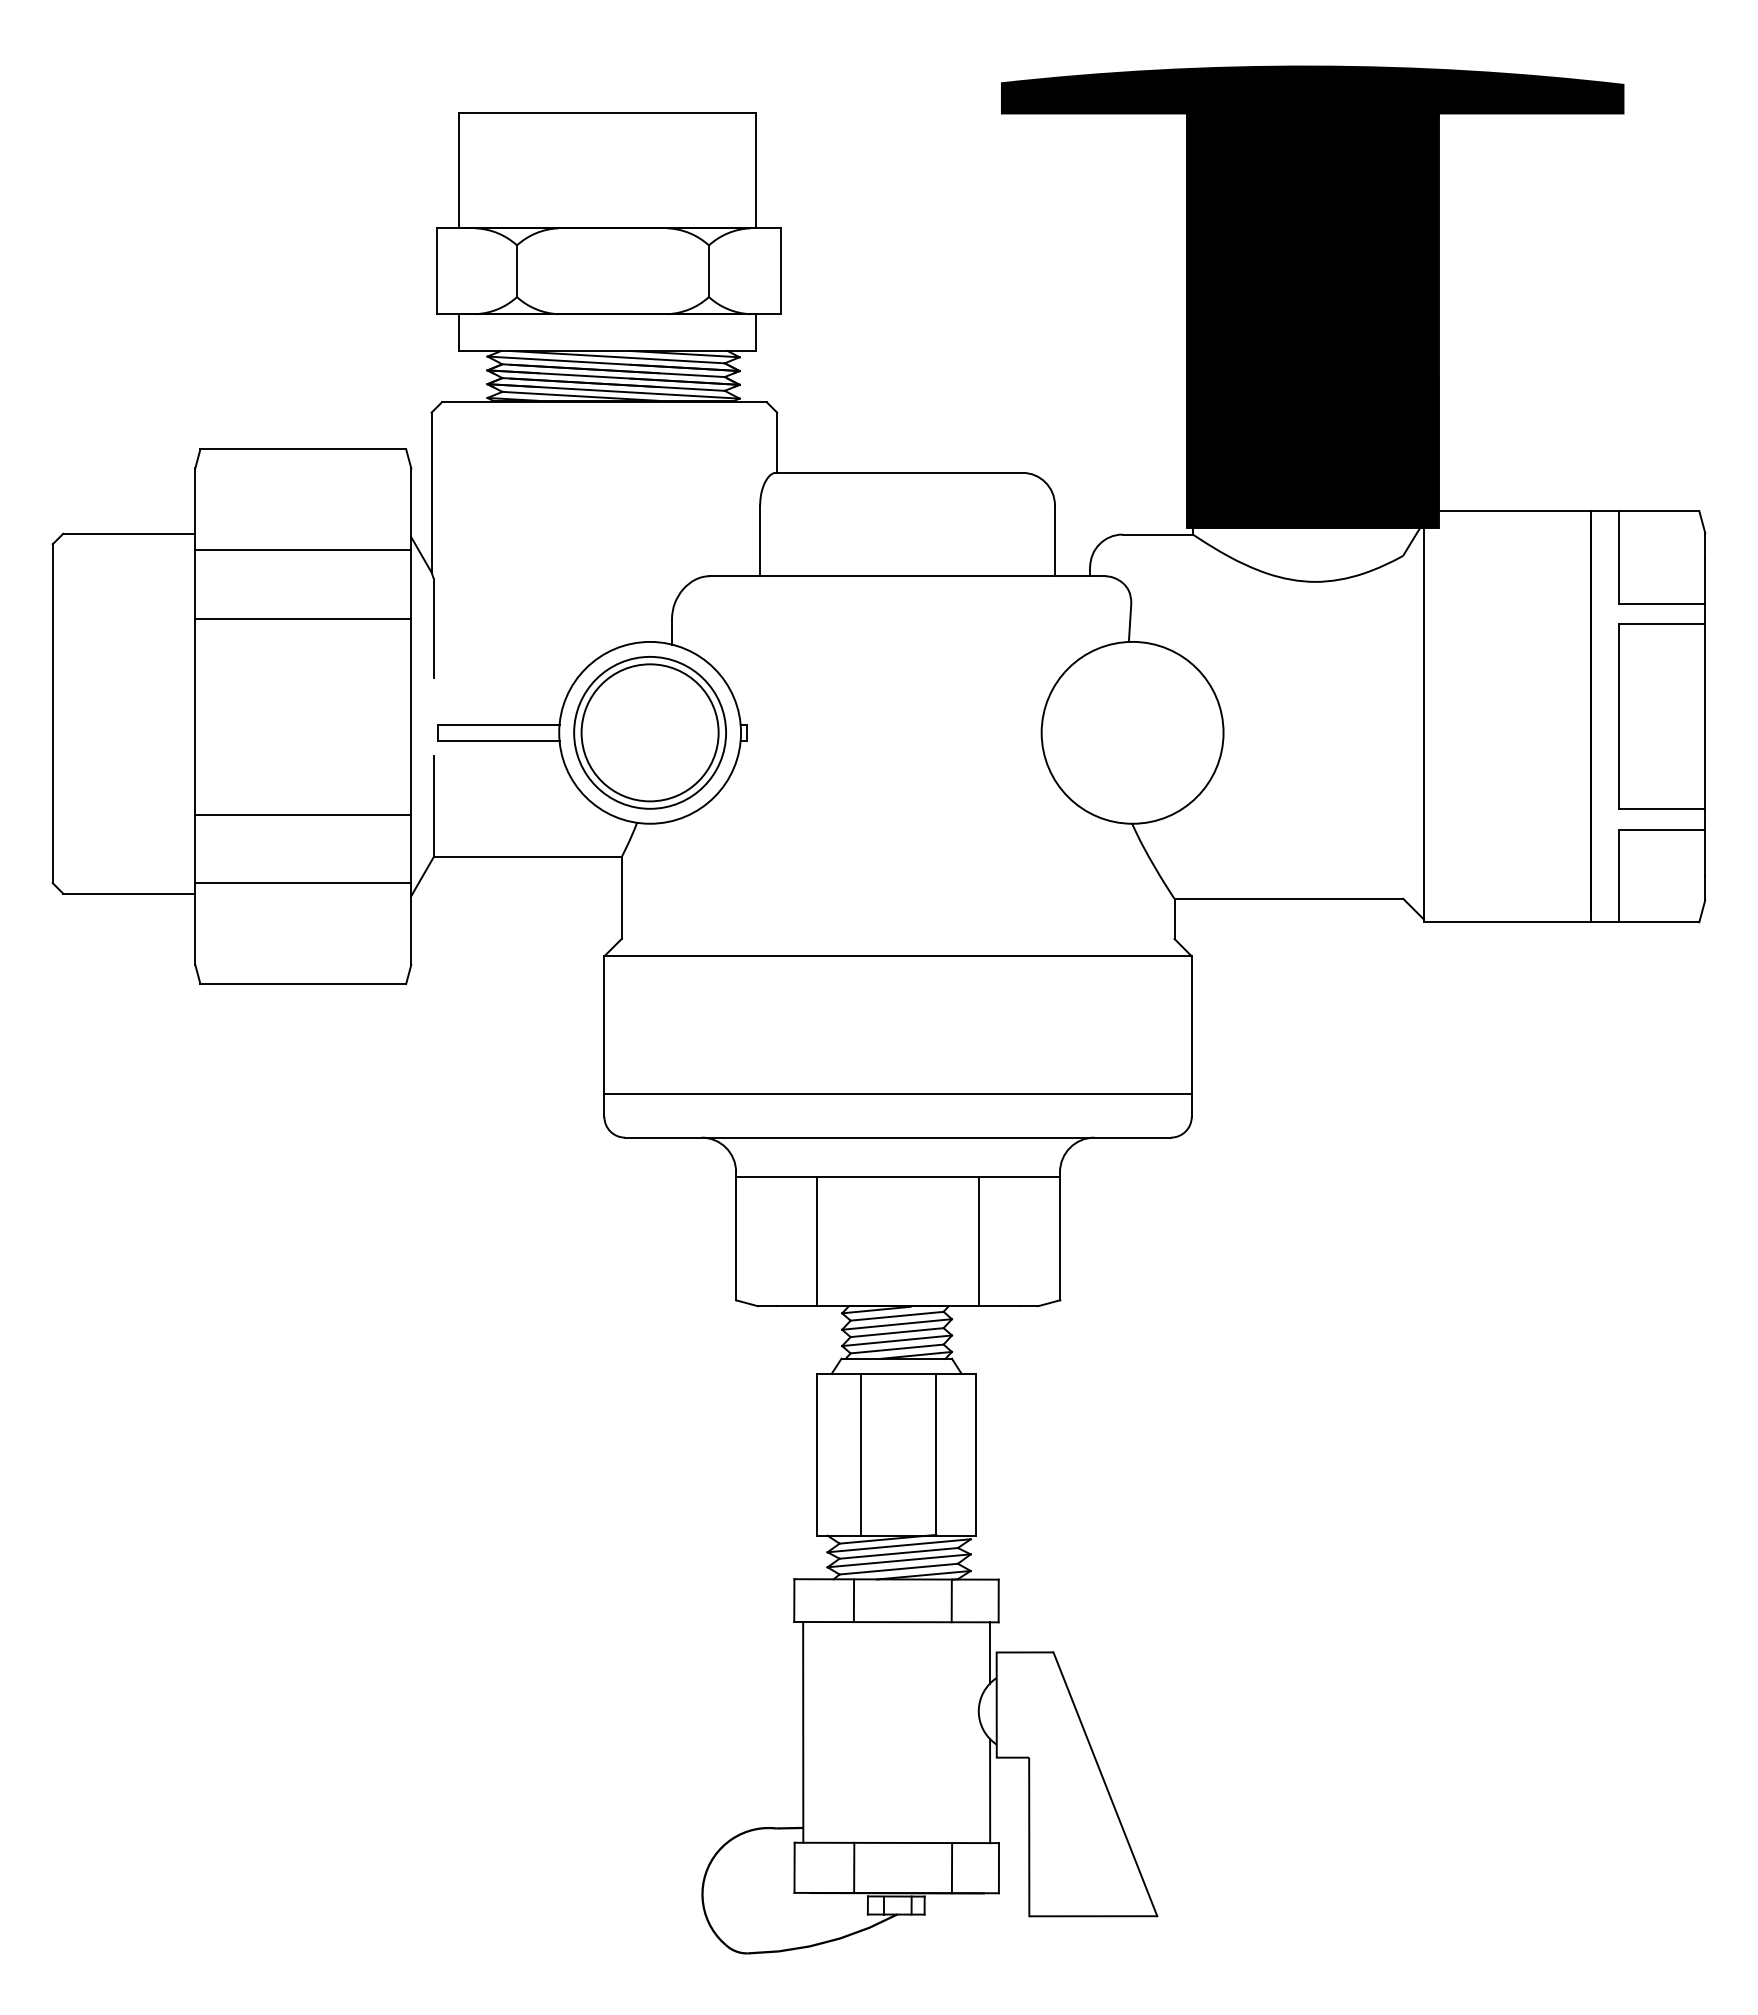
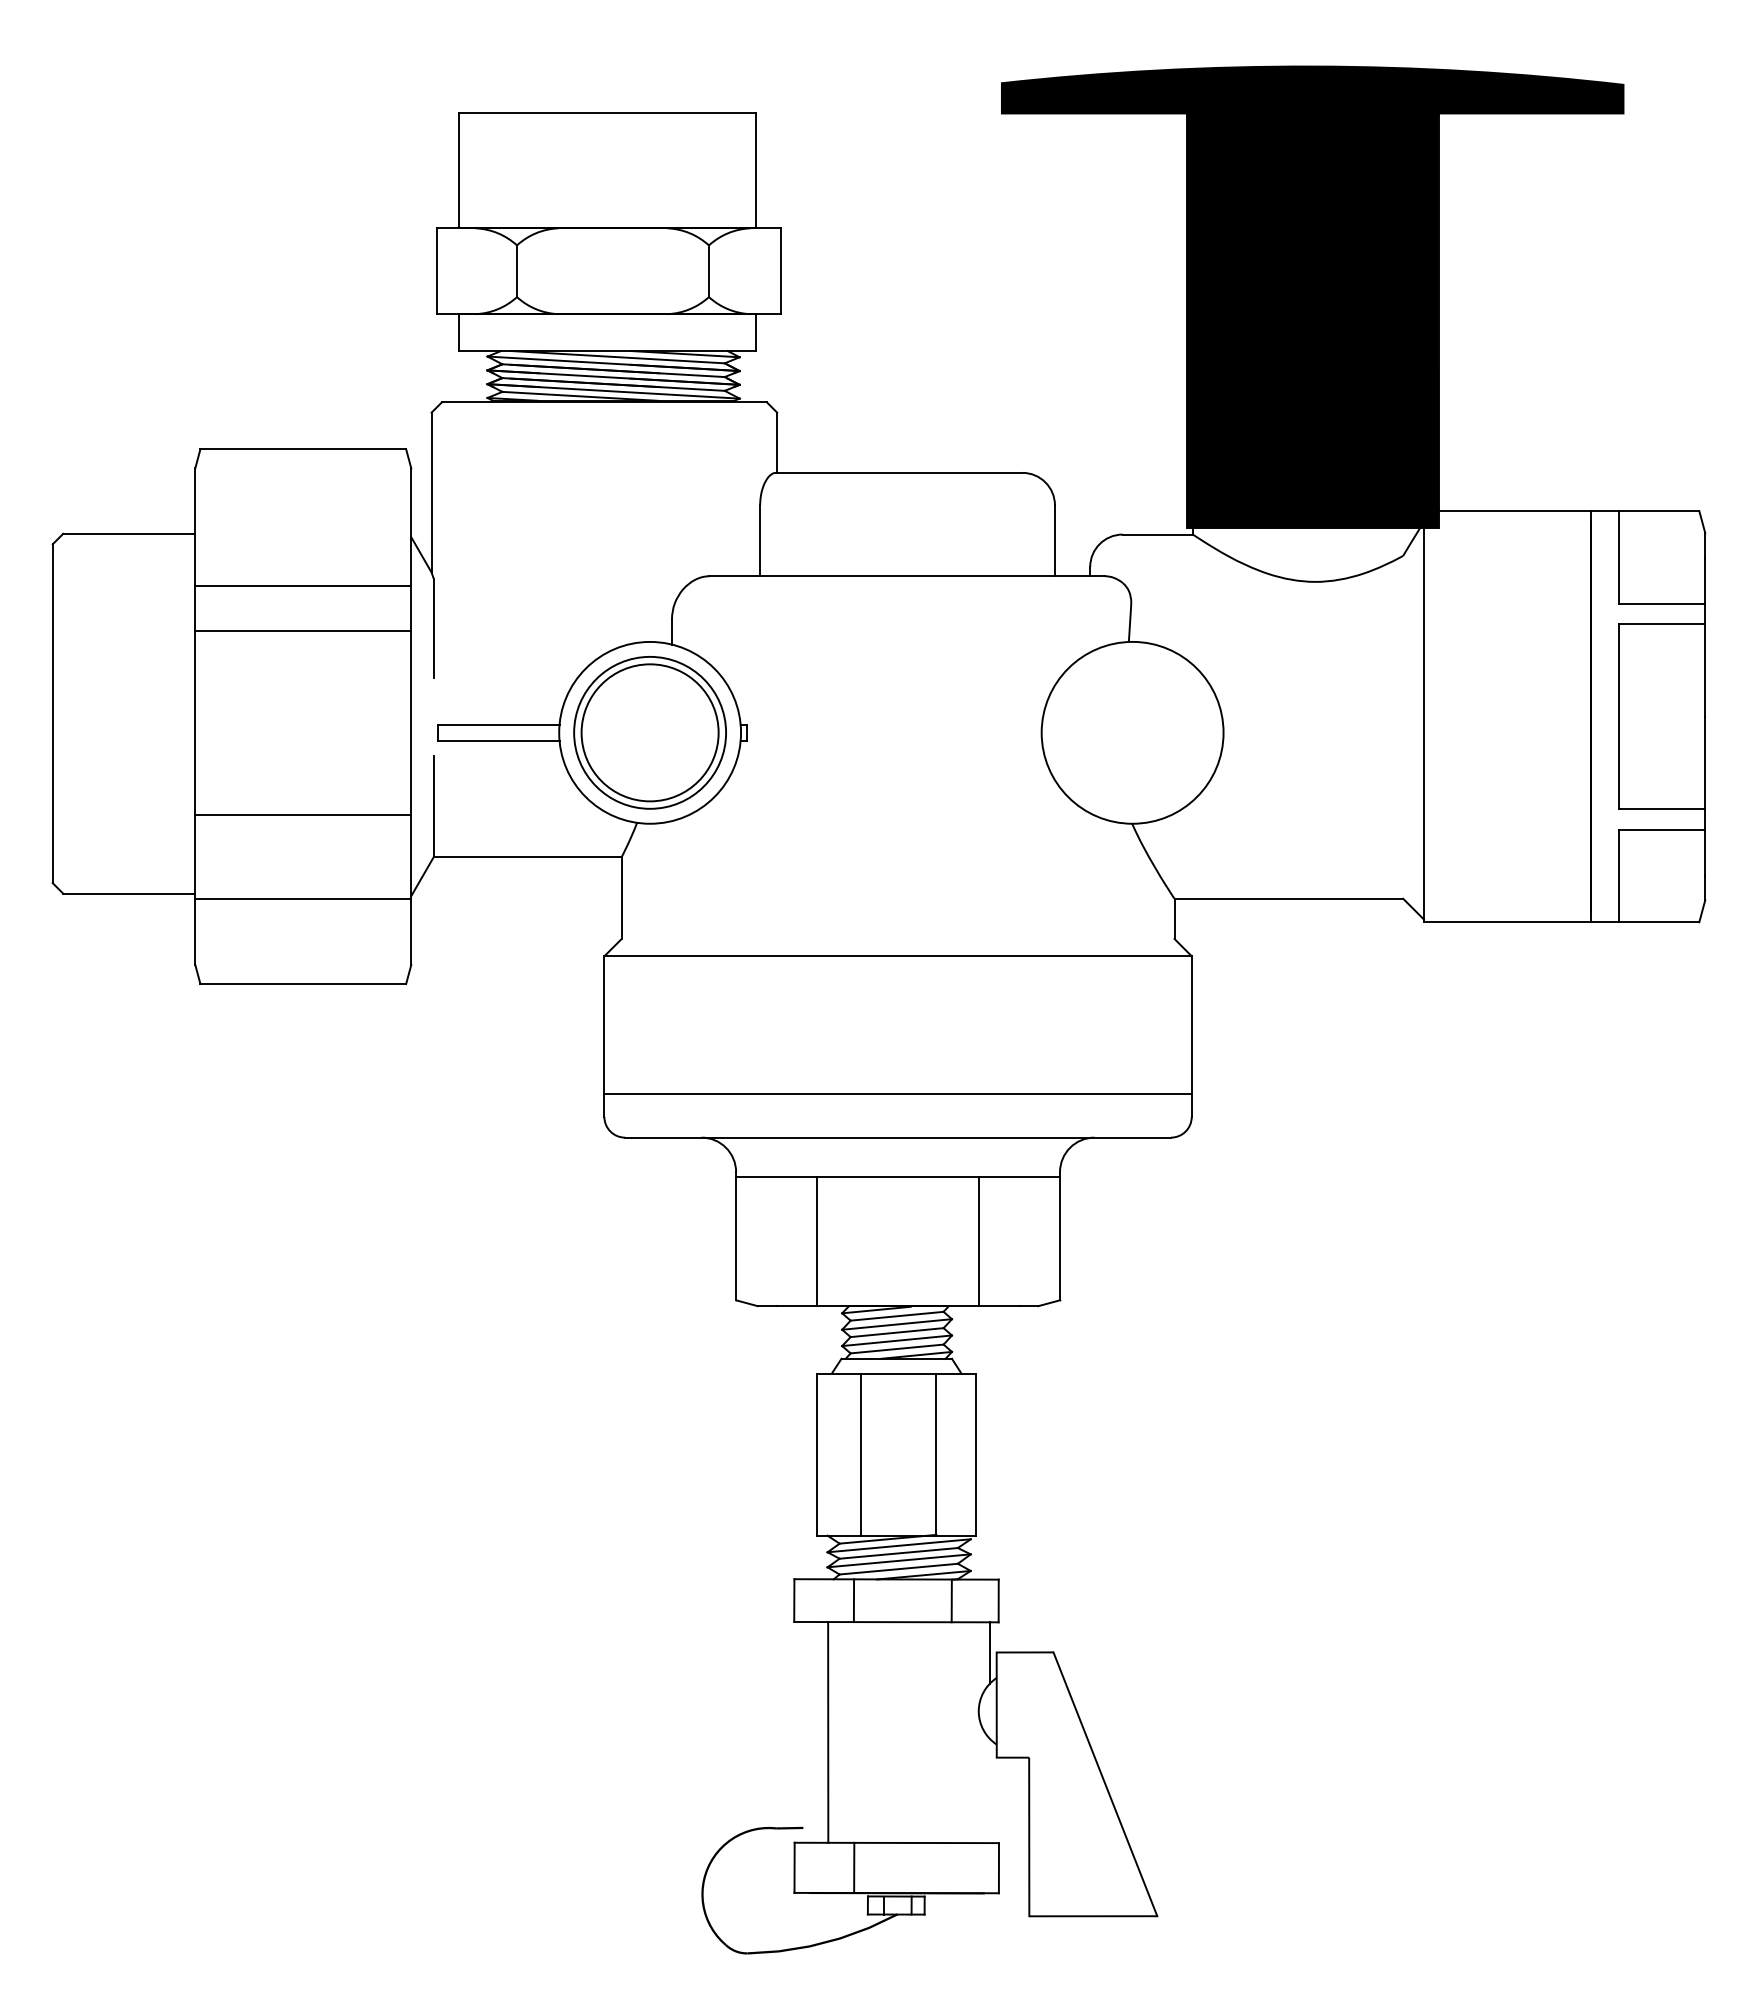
line at (303, 550) position: (303, 550) -> (303, 586)
line at (303, 618) position: (303, 618) -> (303, 630)
line at (303, 883) position: (303, 883) -> (303, 899)
line at (803, 1731) position: (803, 1731) -> (828, 1731)
line at (990, 1791): present -> none
line at (951, 1868): present -> none
